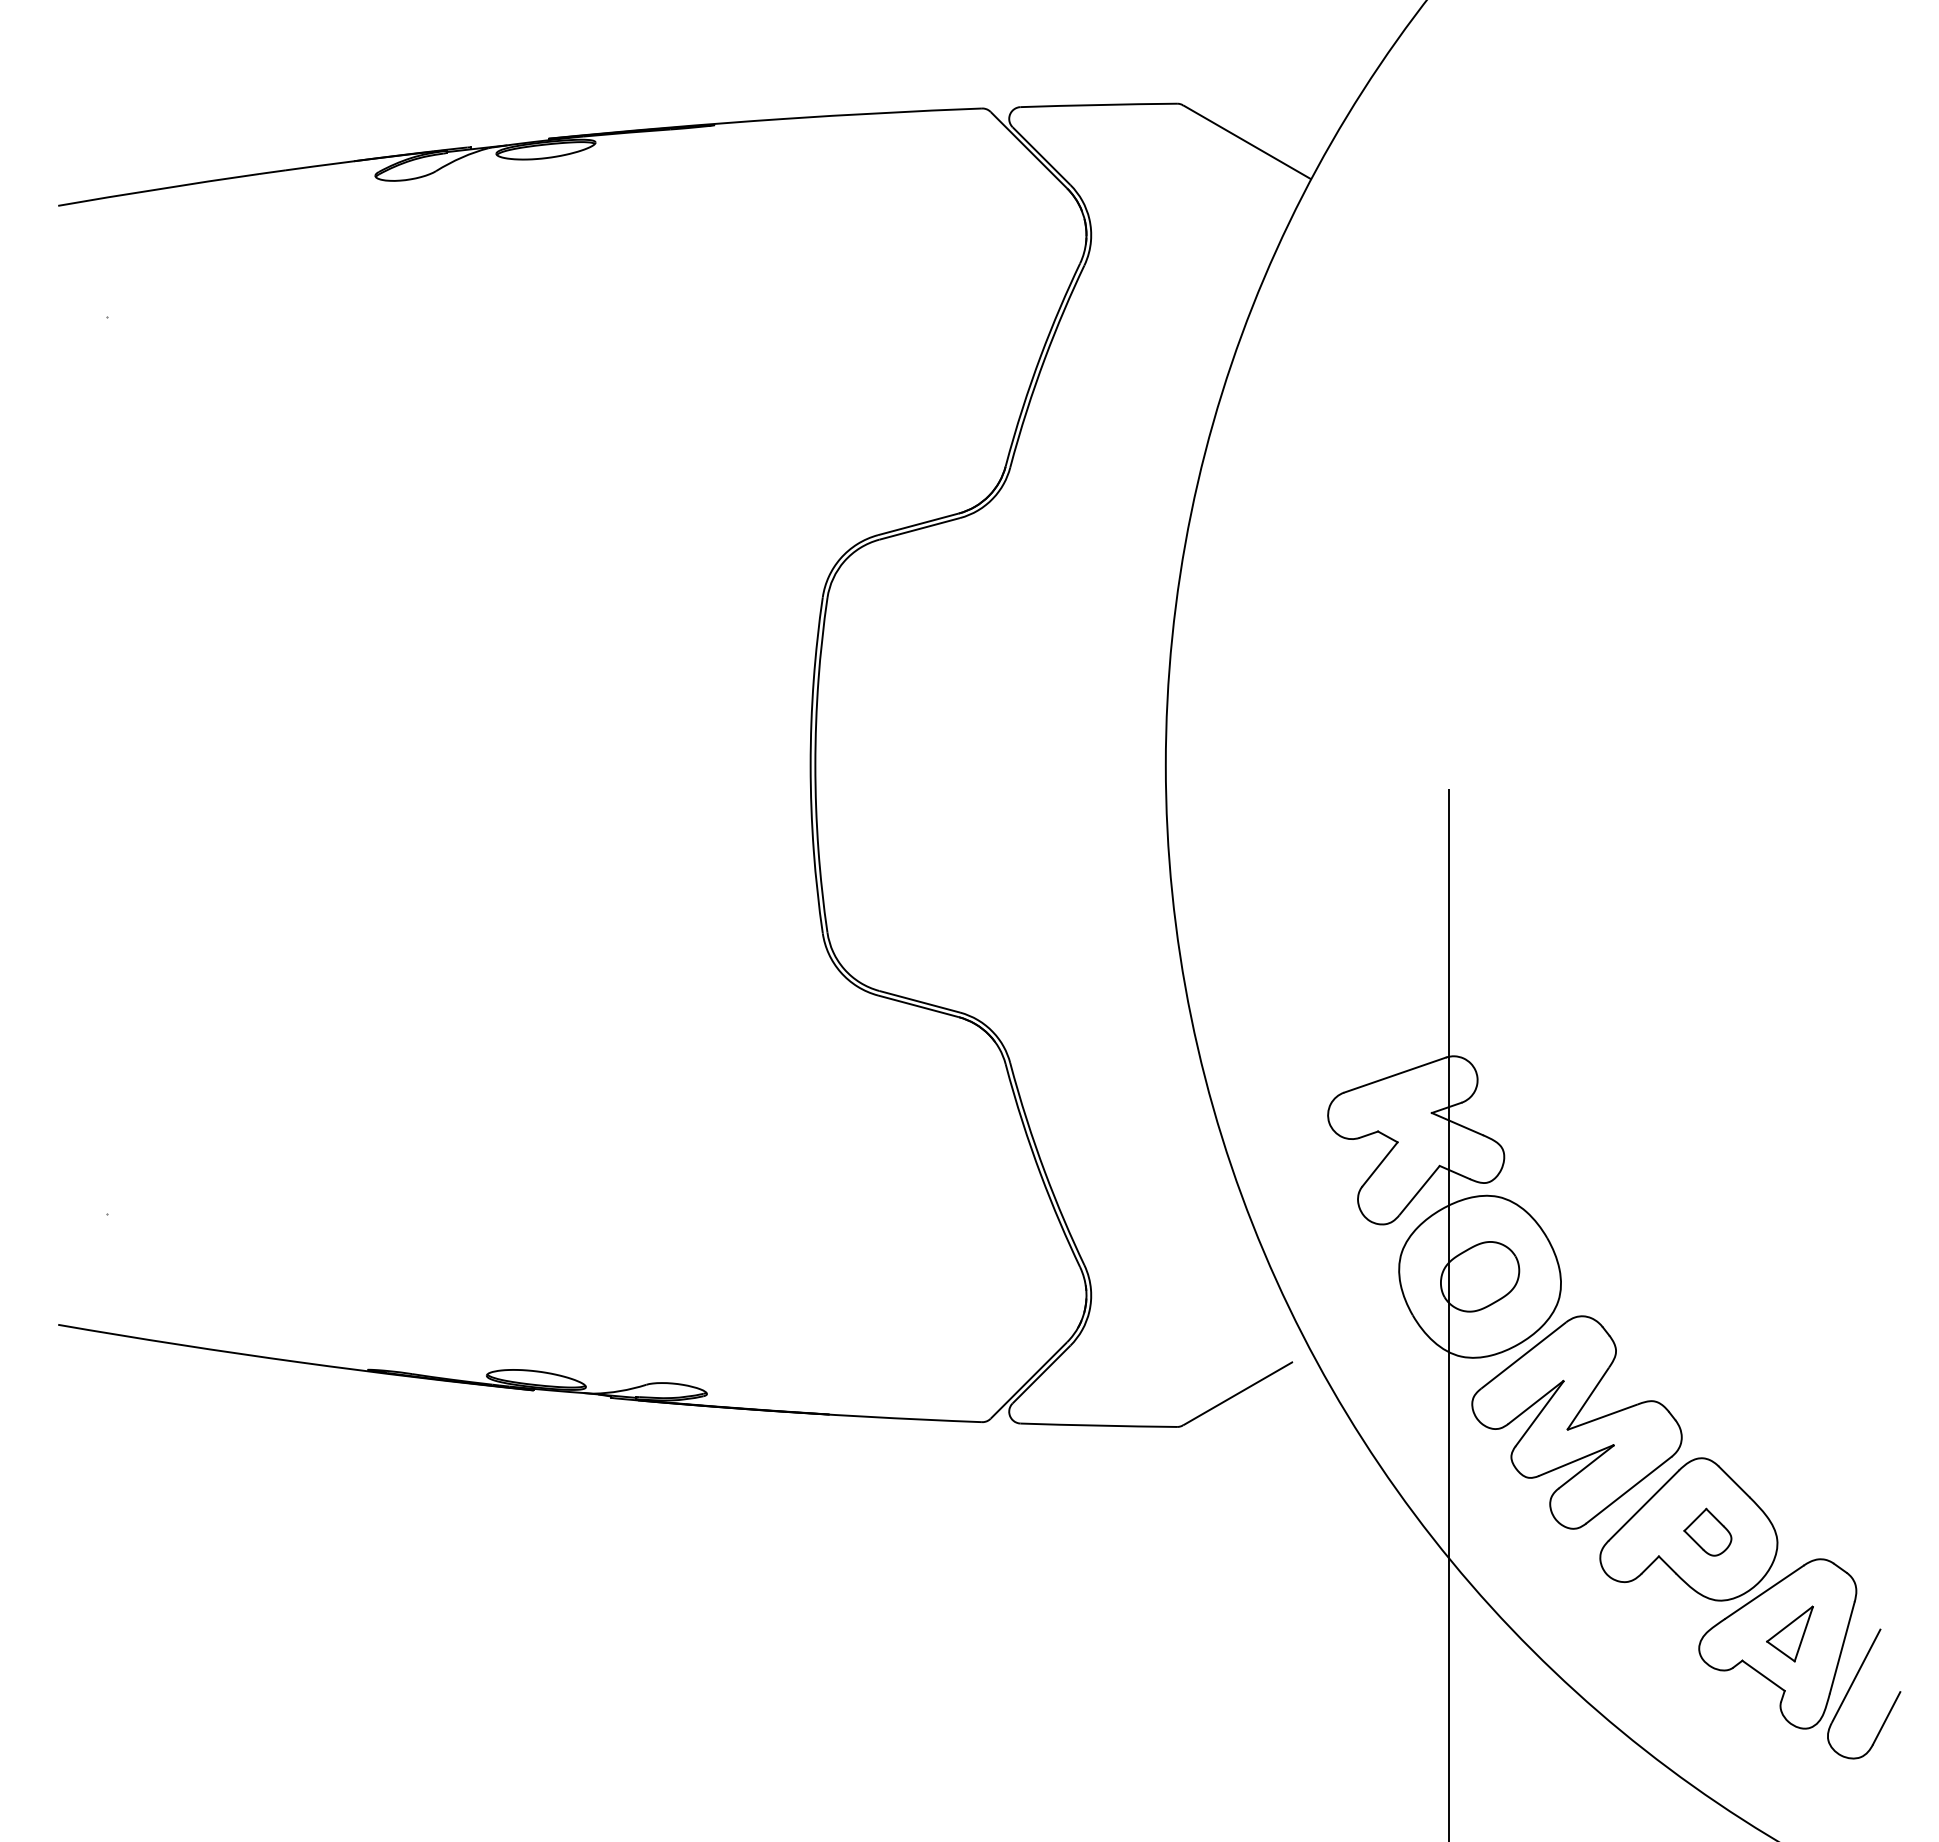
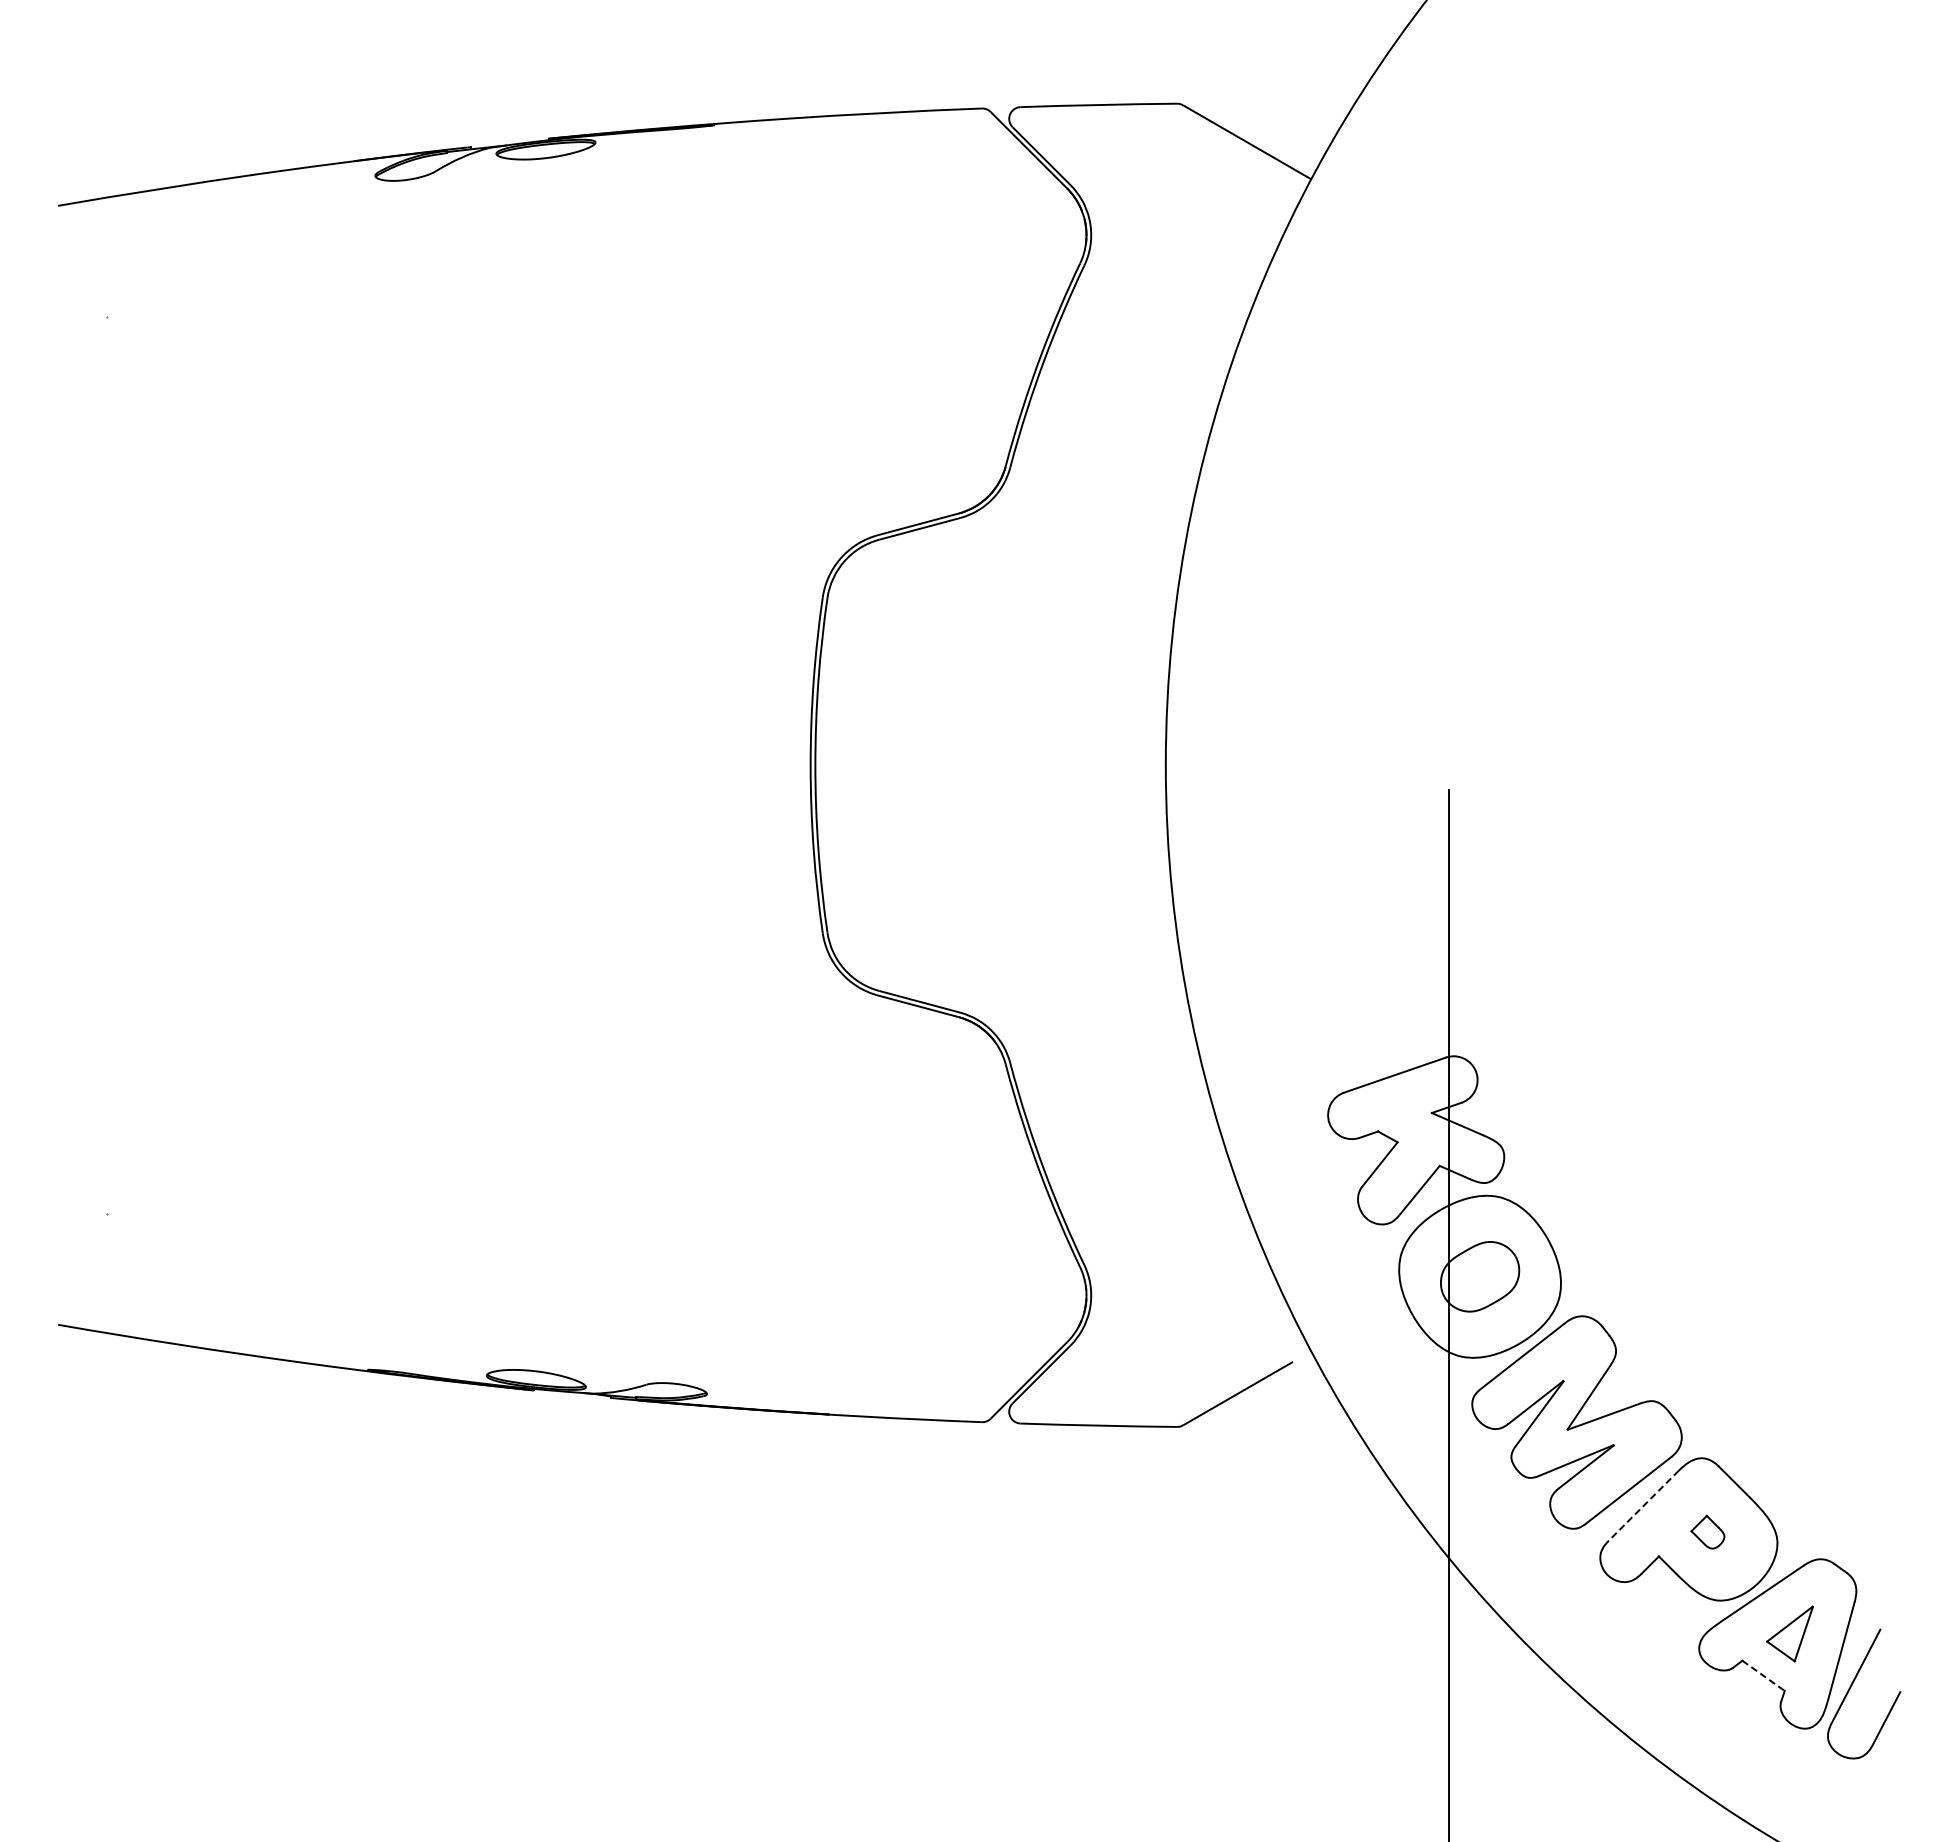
line at (1643, 1505): solid -> dashed
part at (1707, 1531) size: 50x50 px -> 36x36 px
line at (1763, 1675): solid -> dashed
